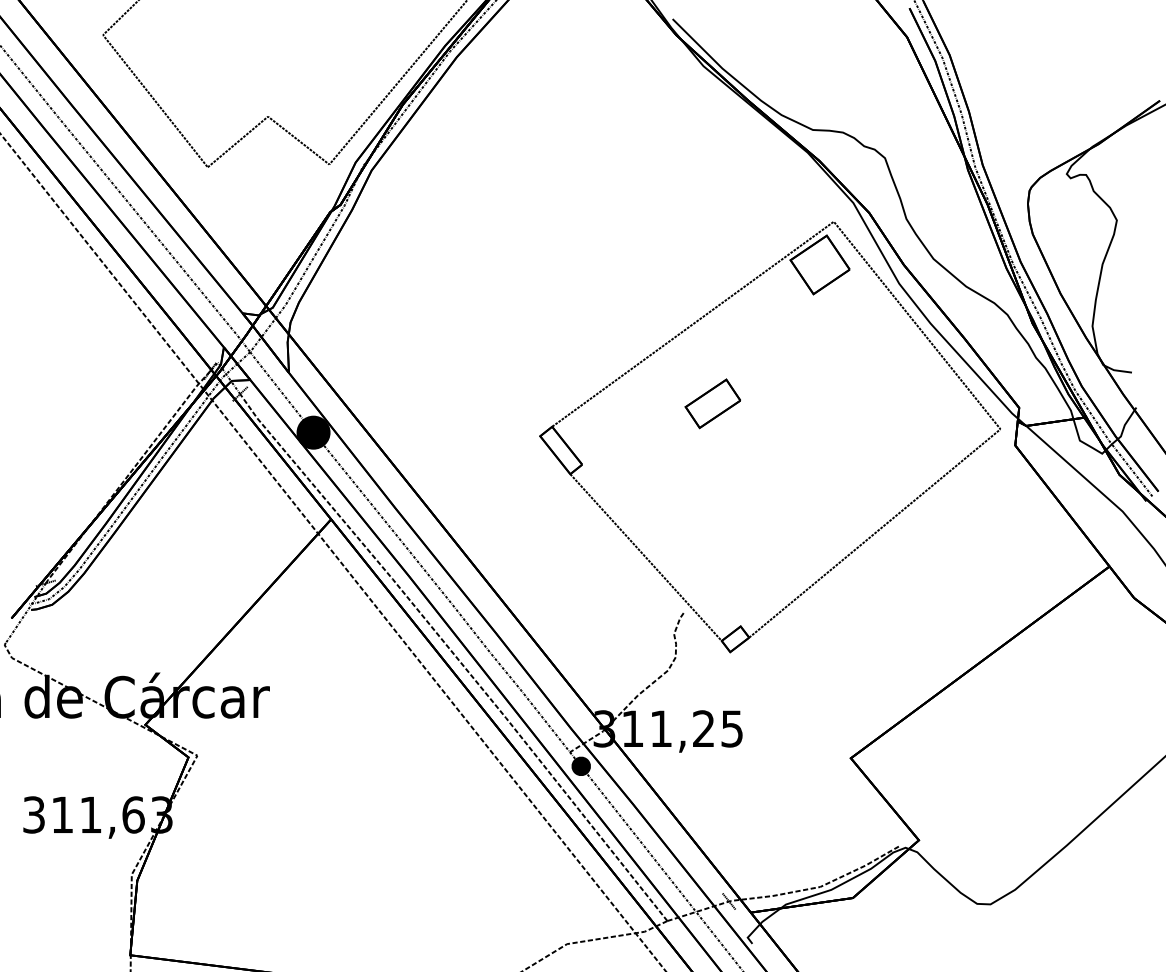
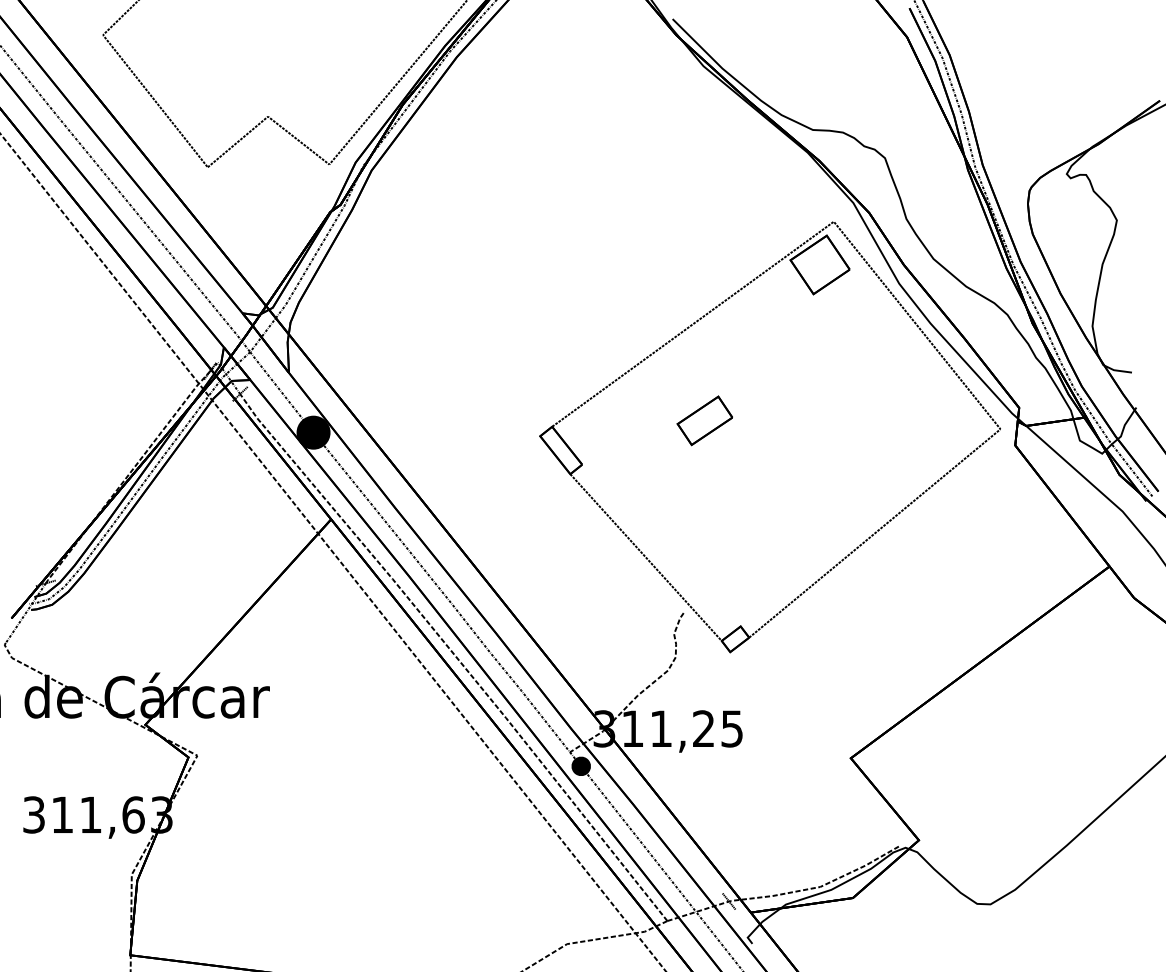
part at (712, 403) position: (712, 403) -> (704, 420)
